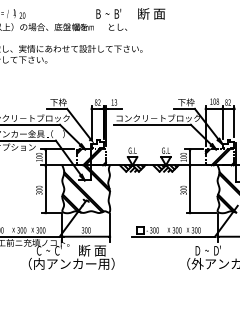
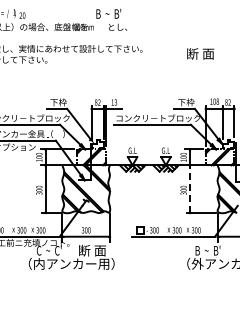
text at (151, 13) position: (151, 13) -> (200, 53)
line at (190, 189): solid -> dashed
text at (208, 250): D  ~  D' -> B  ~  B'
